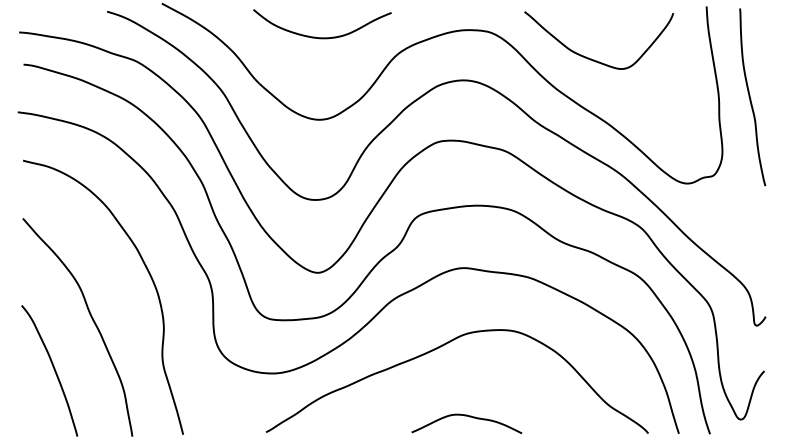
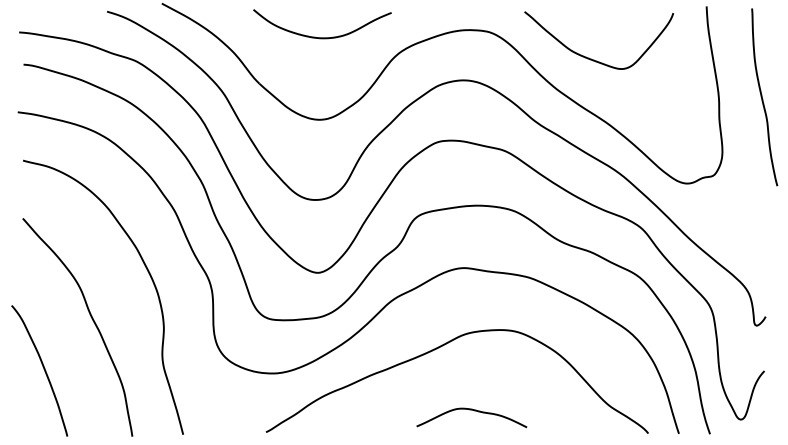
curve at (750, 97) position: (750, 97) -> (762, 97)
curve at (53, 369) position: (53, 369) -> (43, 369)
curve at (469, 417) position: (469, 417) -> (474, 411)
